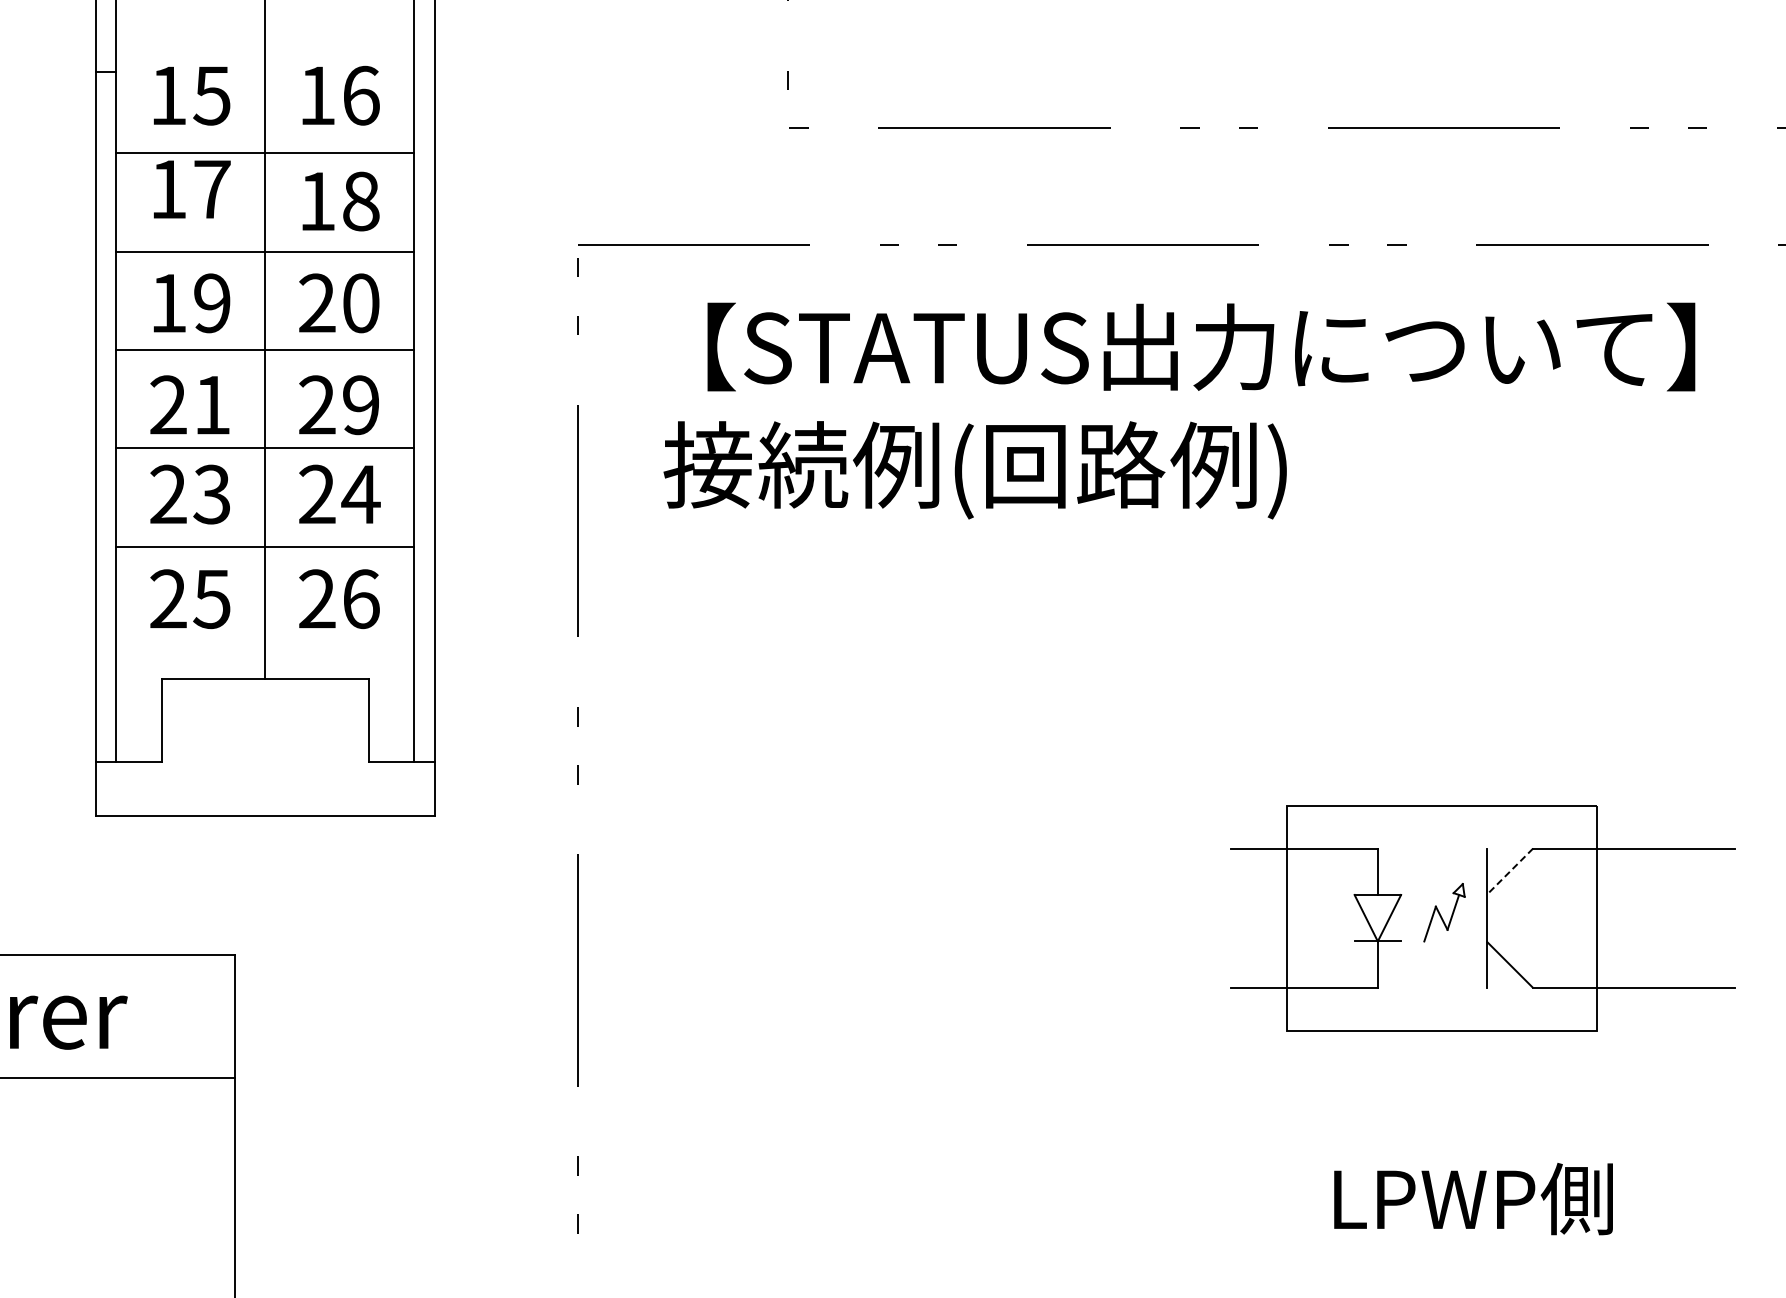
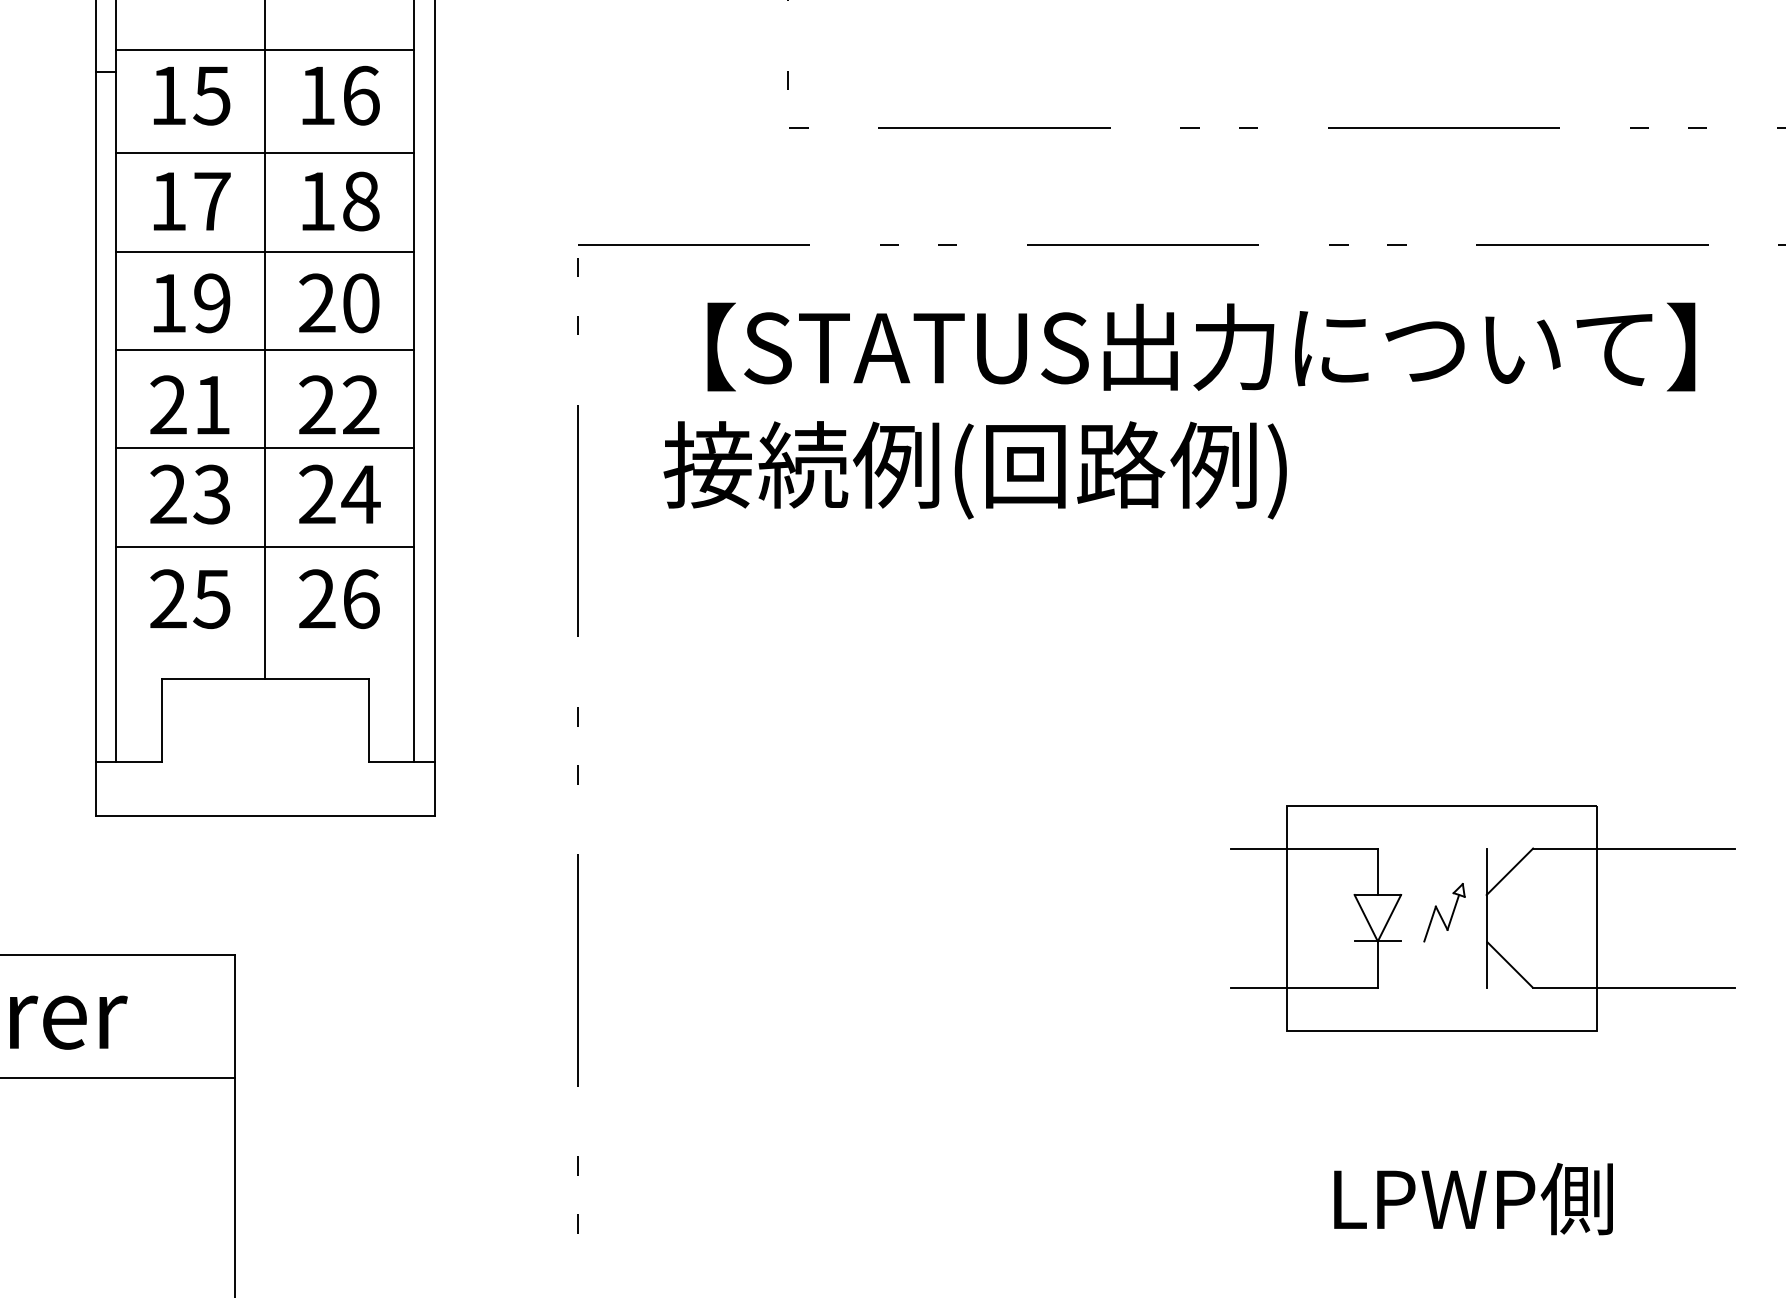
line at (264, 49): none -> present
text at (192, 189) position: (192, 189) -> (192, 201)
text at (361, 405): 29 -> 22
line at (1509, 871): dashed -> solid
